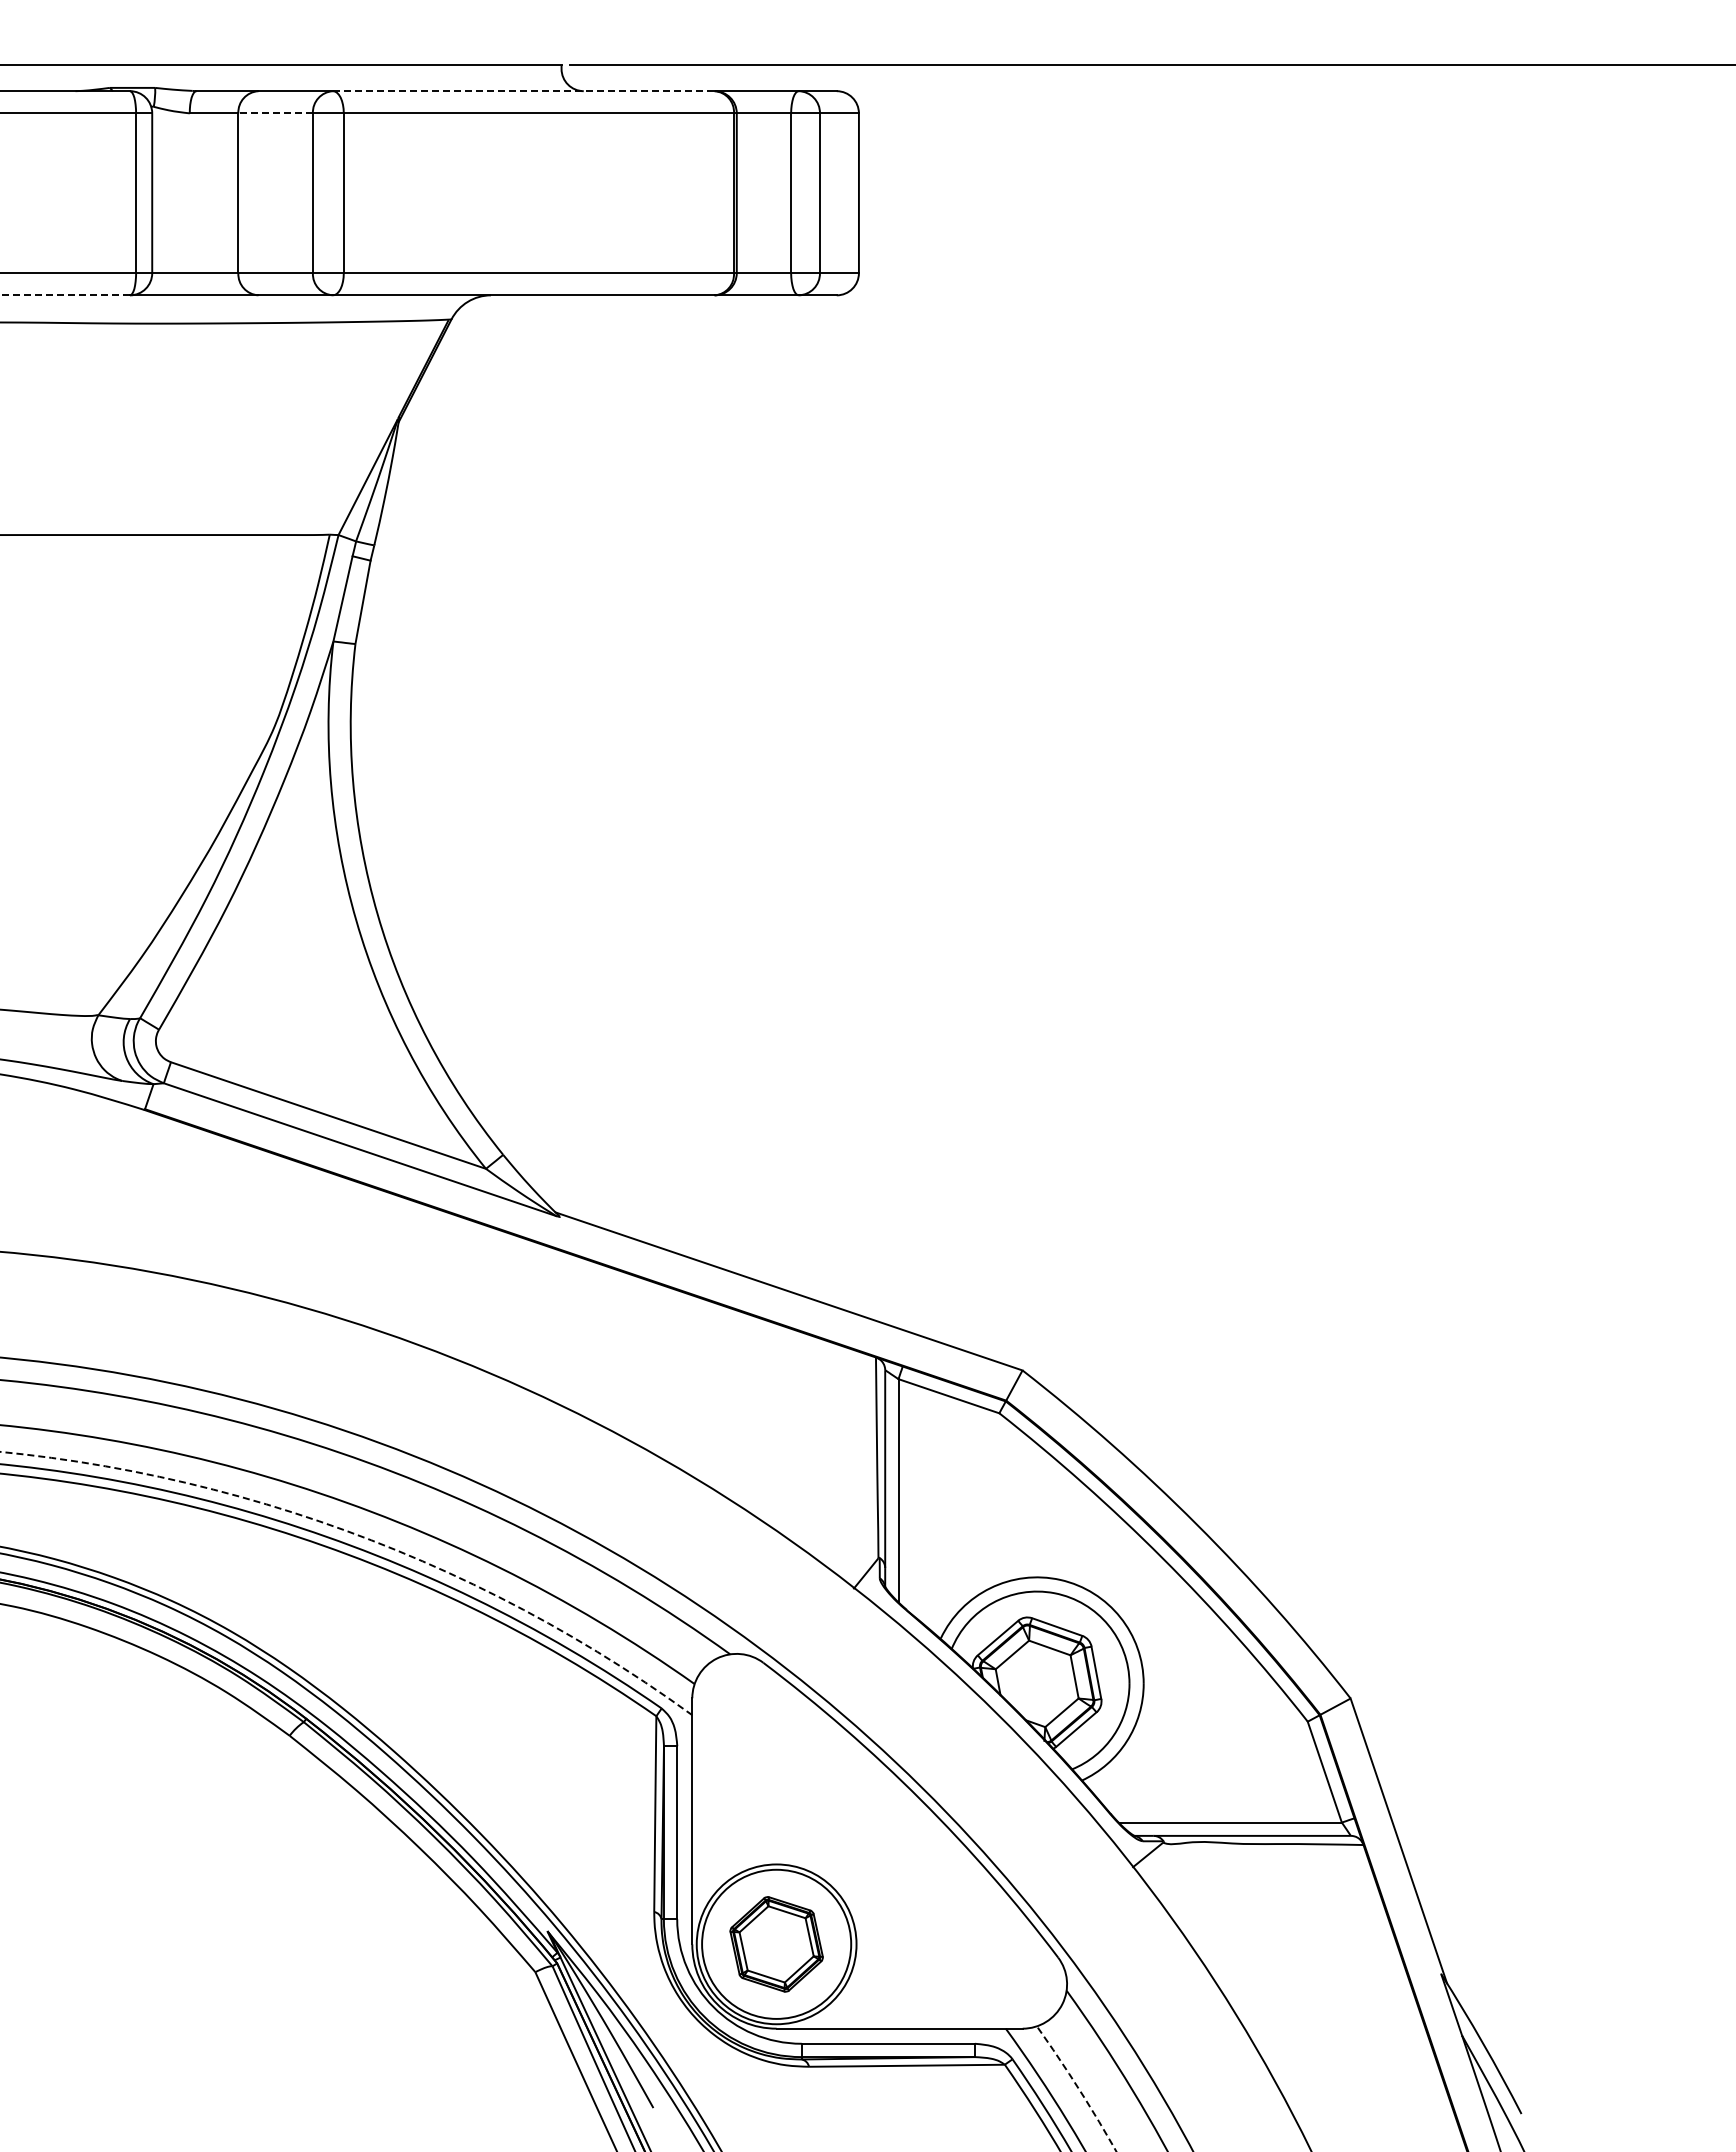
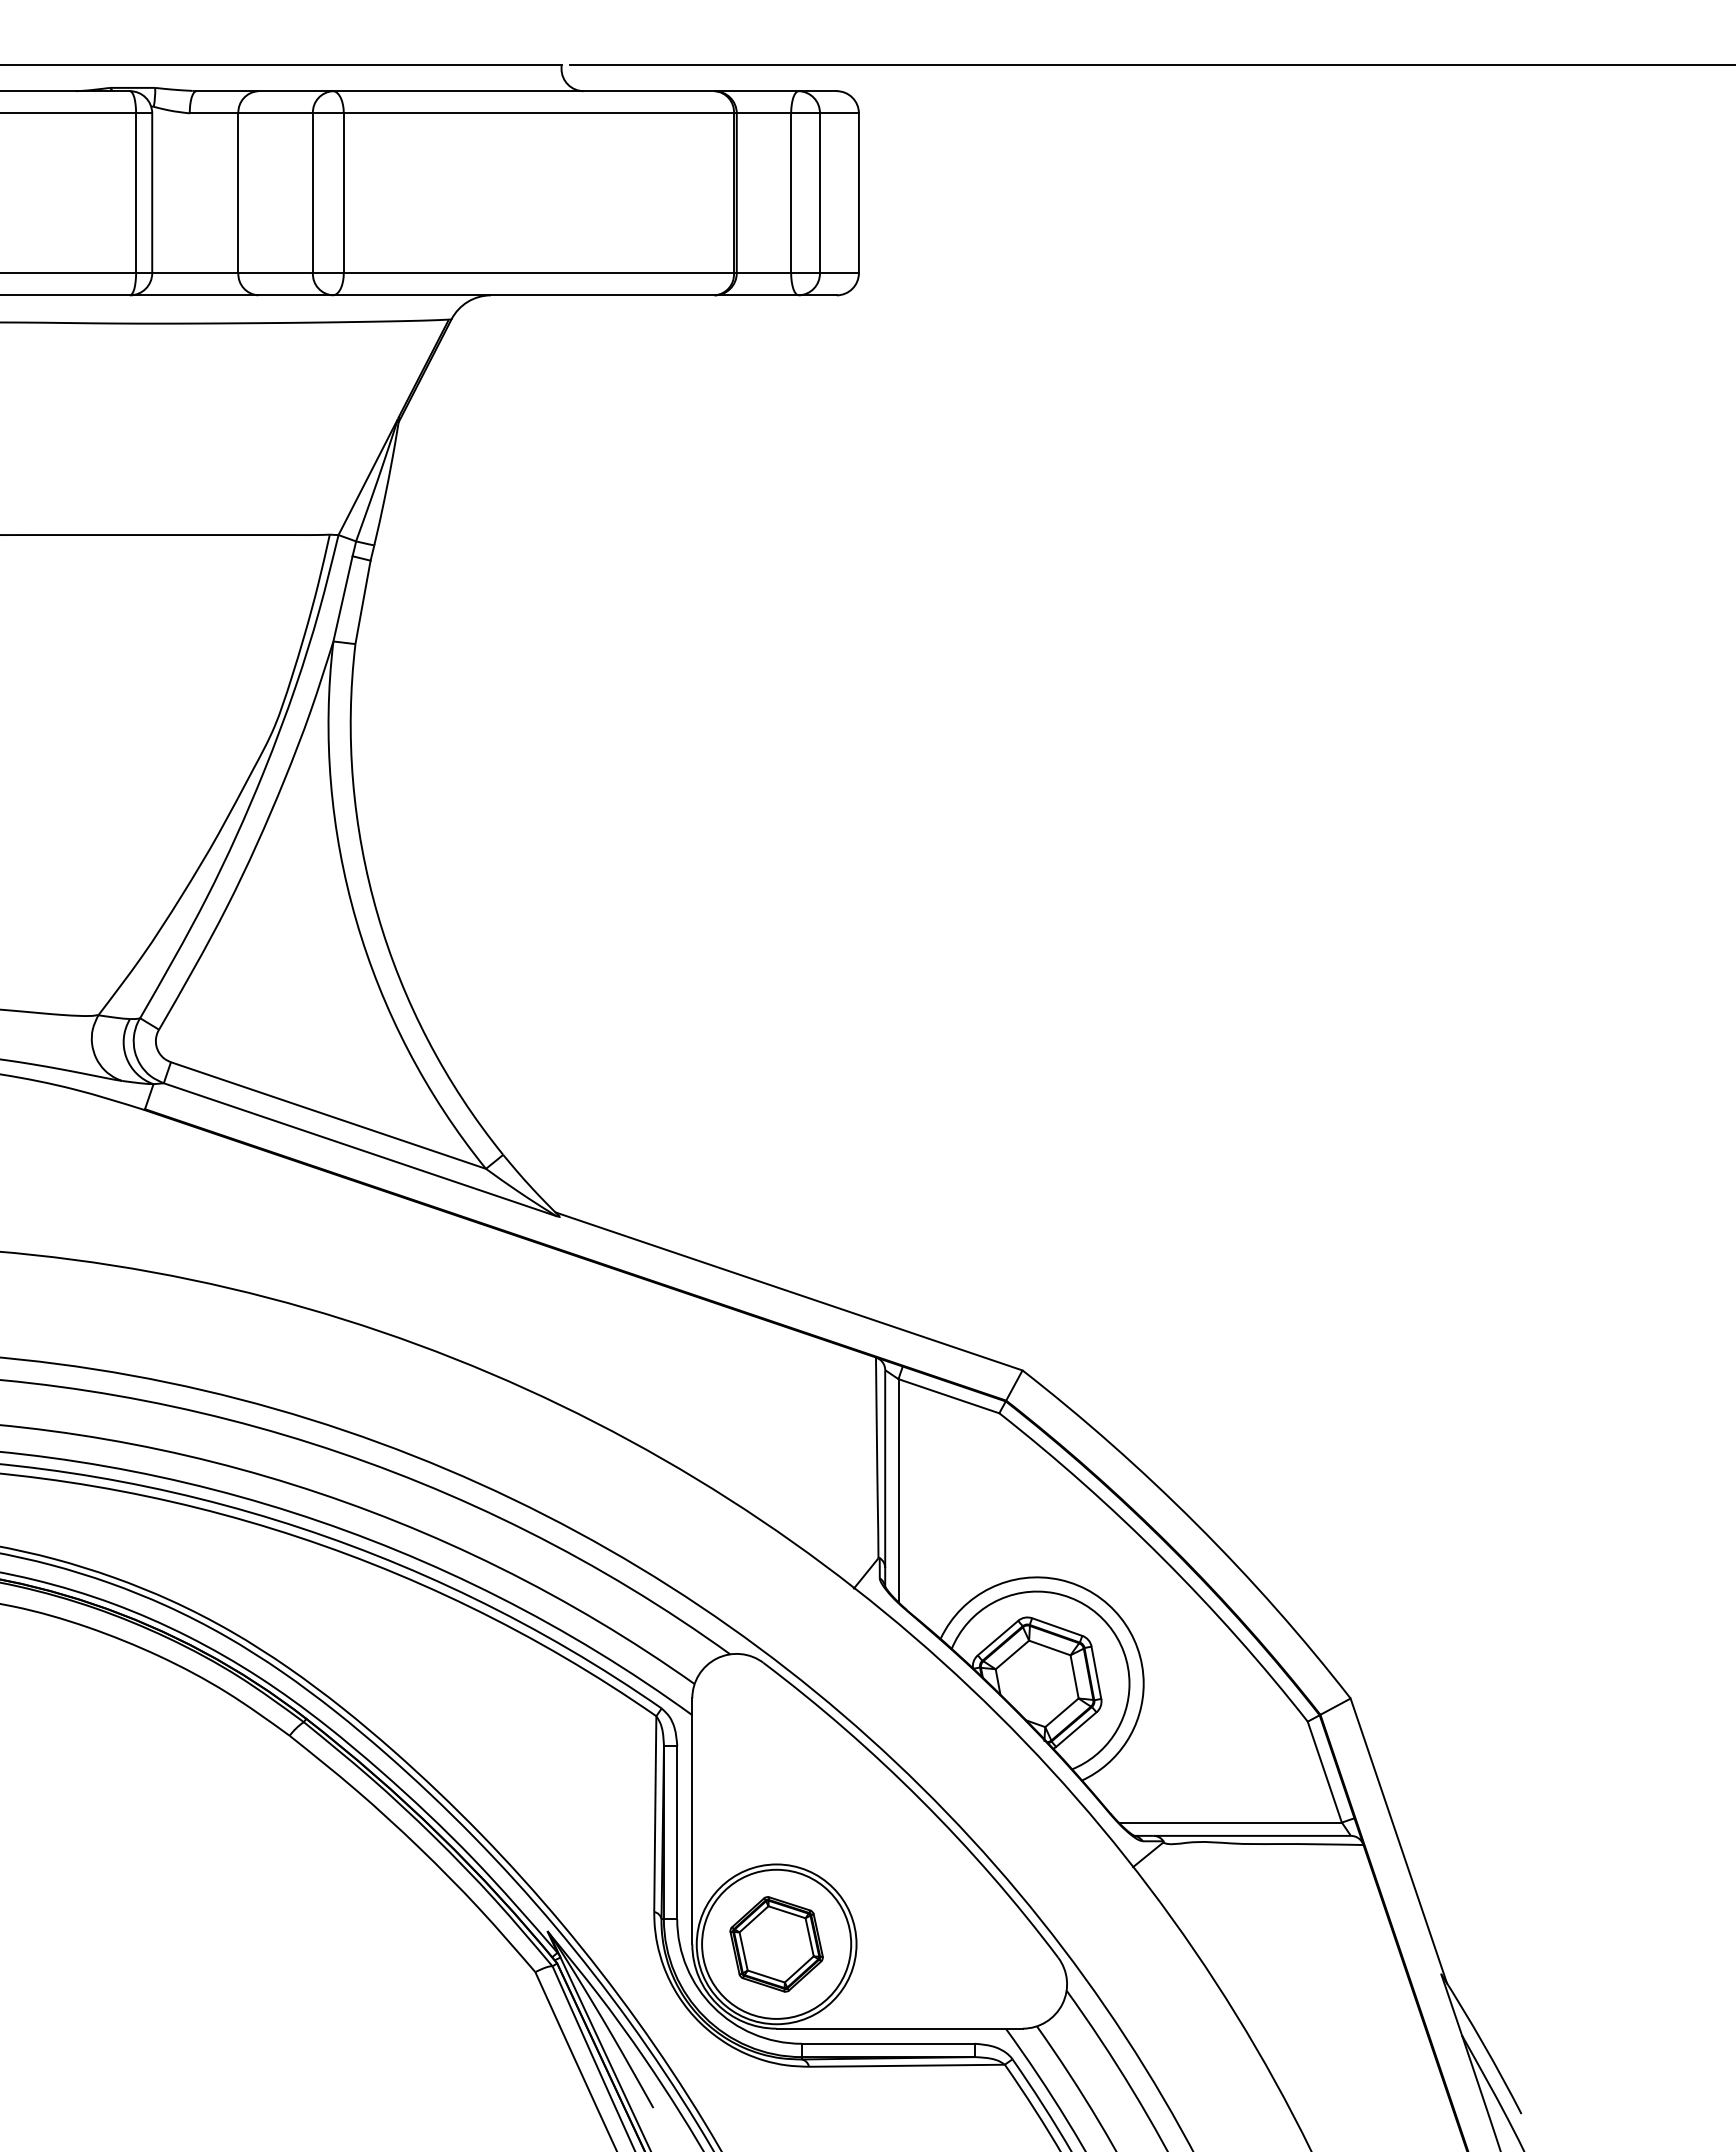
line at (523, 91): dashed -> solid
line at (275, 113): dashed -> solid
line at (65, 295): dashed -> solid
arc at (363, 1537): dashed -> solid
arc at (1078, 2088): dashed -> solid
